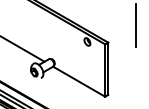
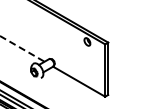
line at (136, 25): present -> none
line at (23, 49): solid -> dashed
